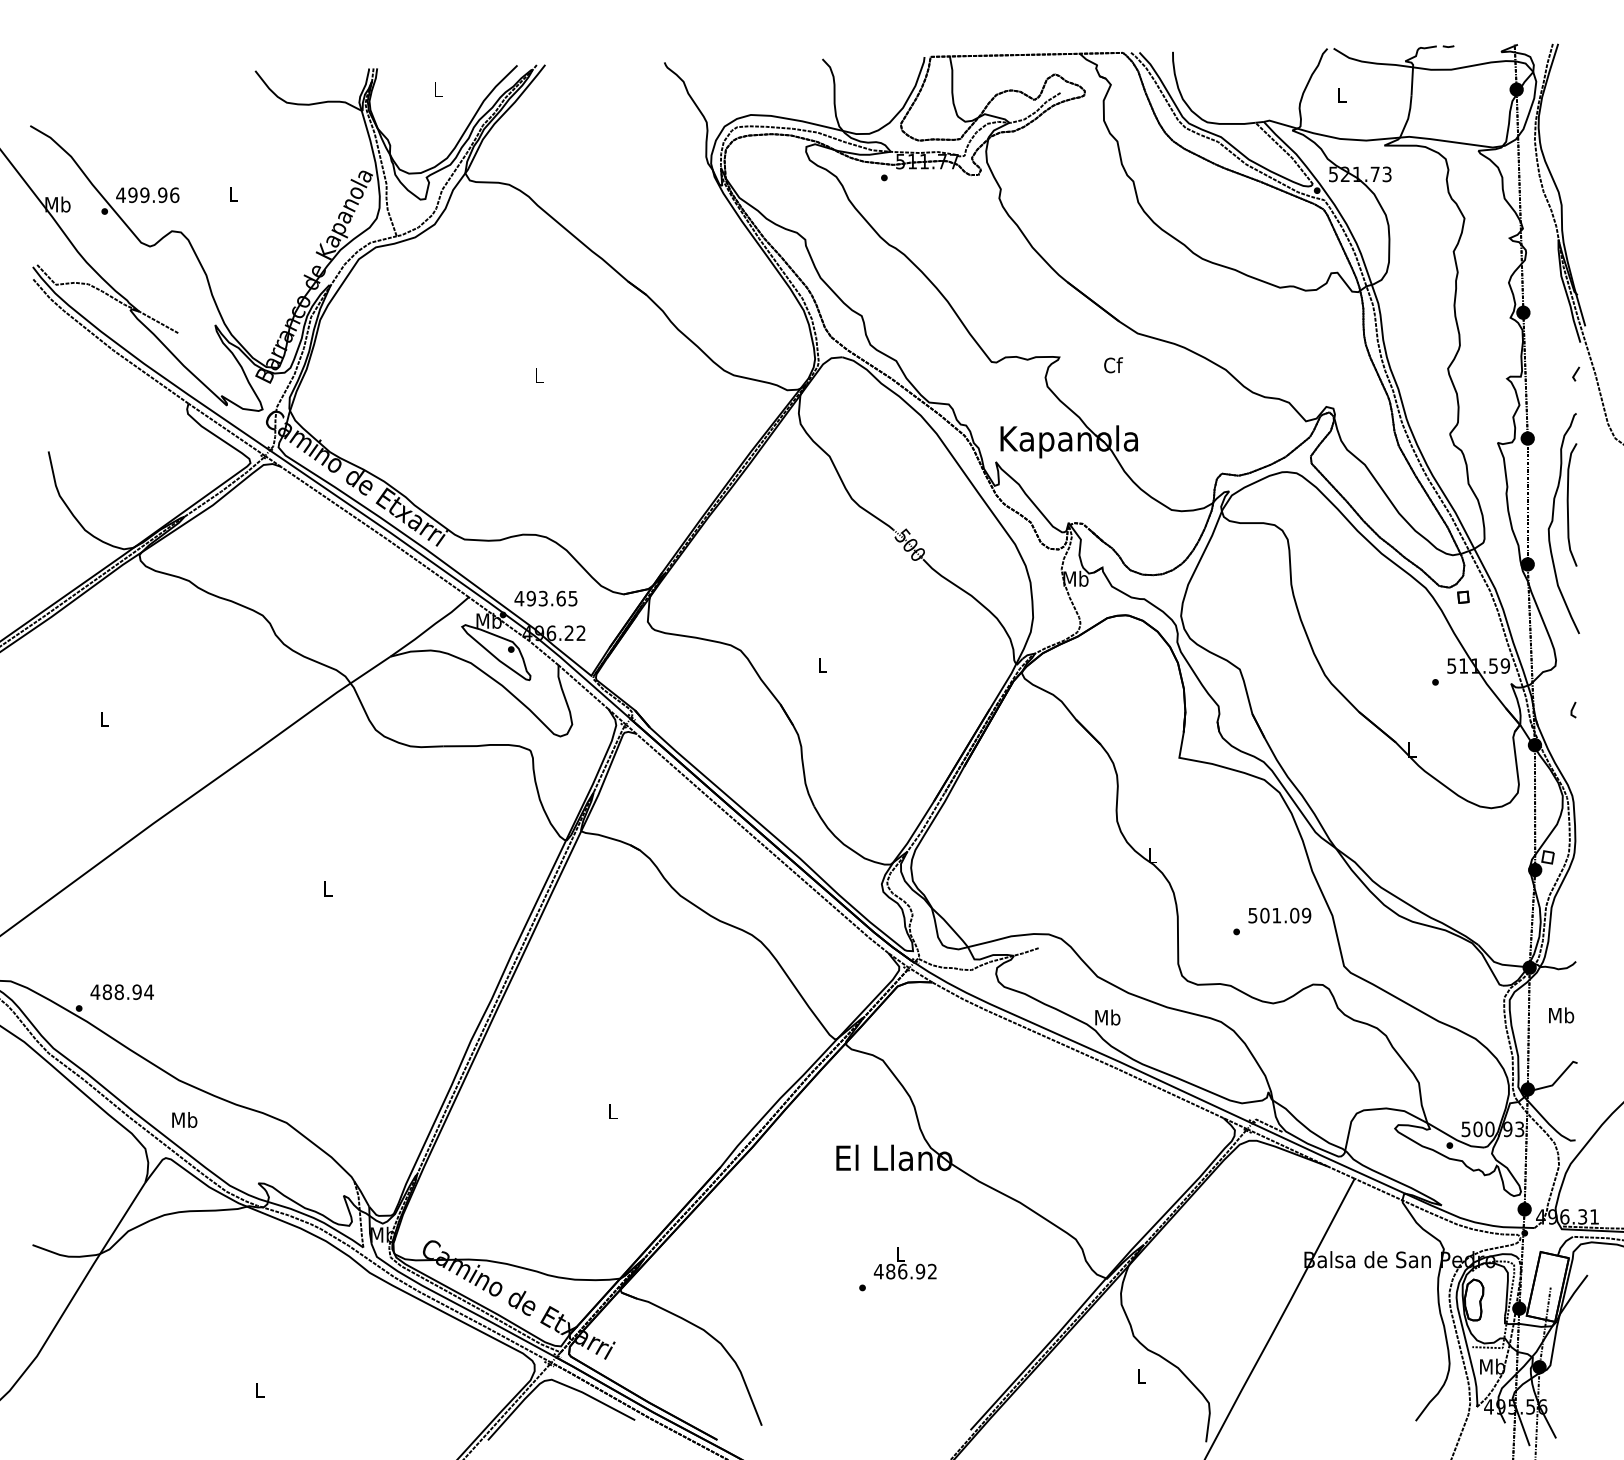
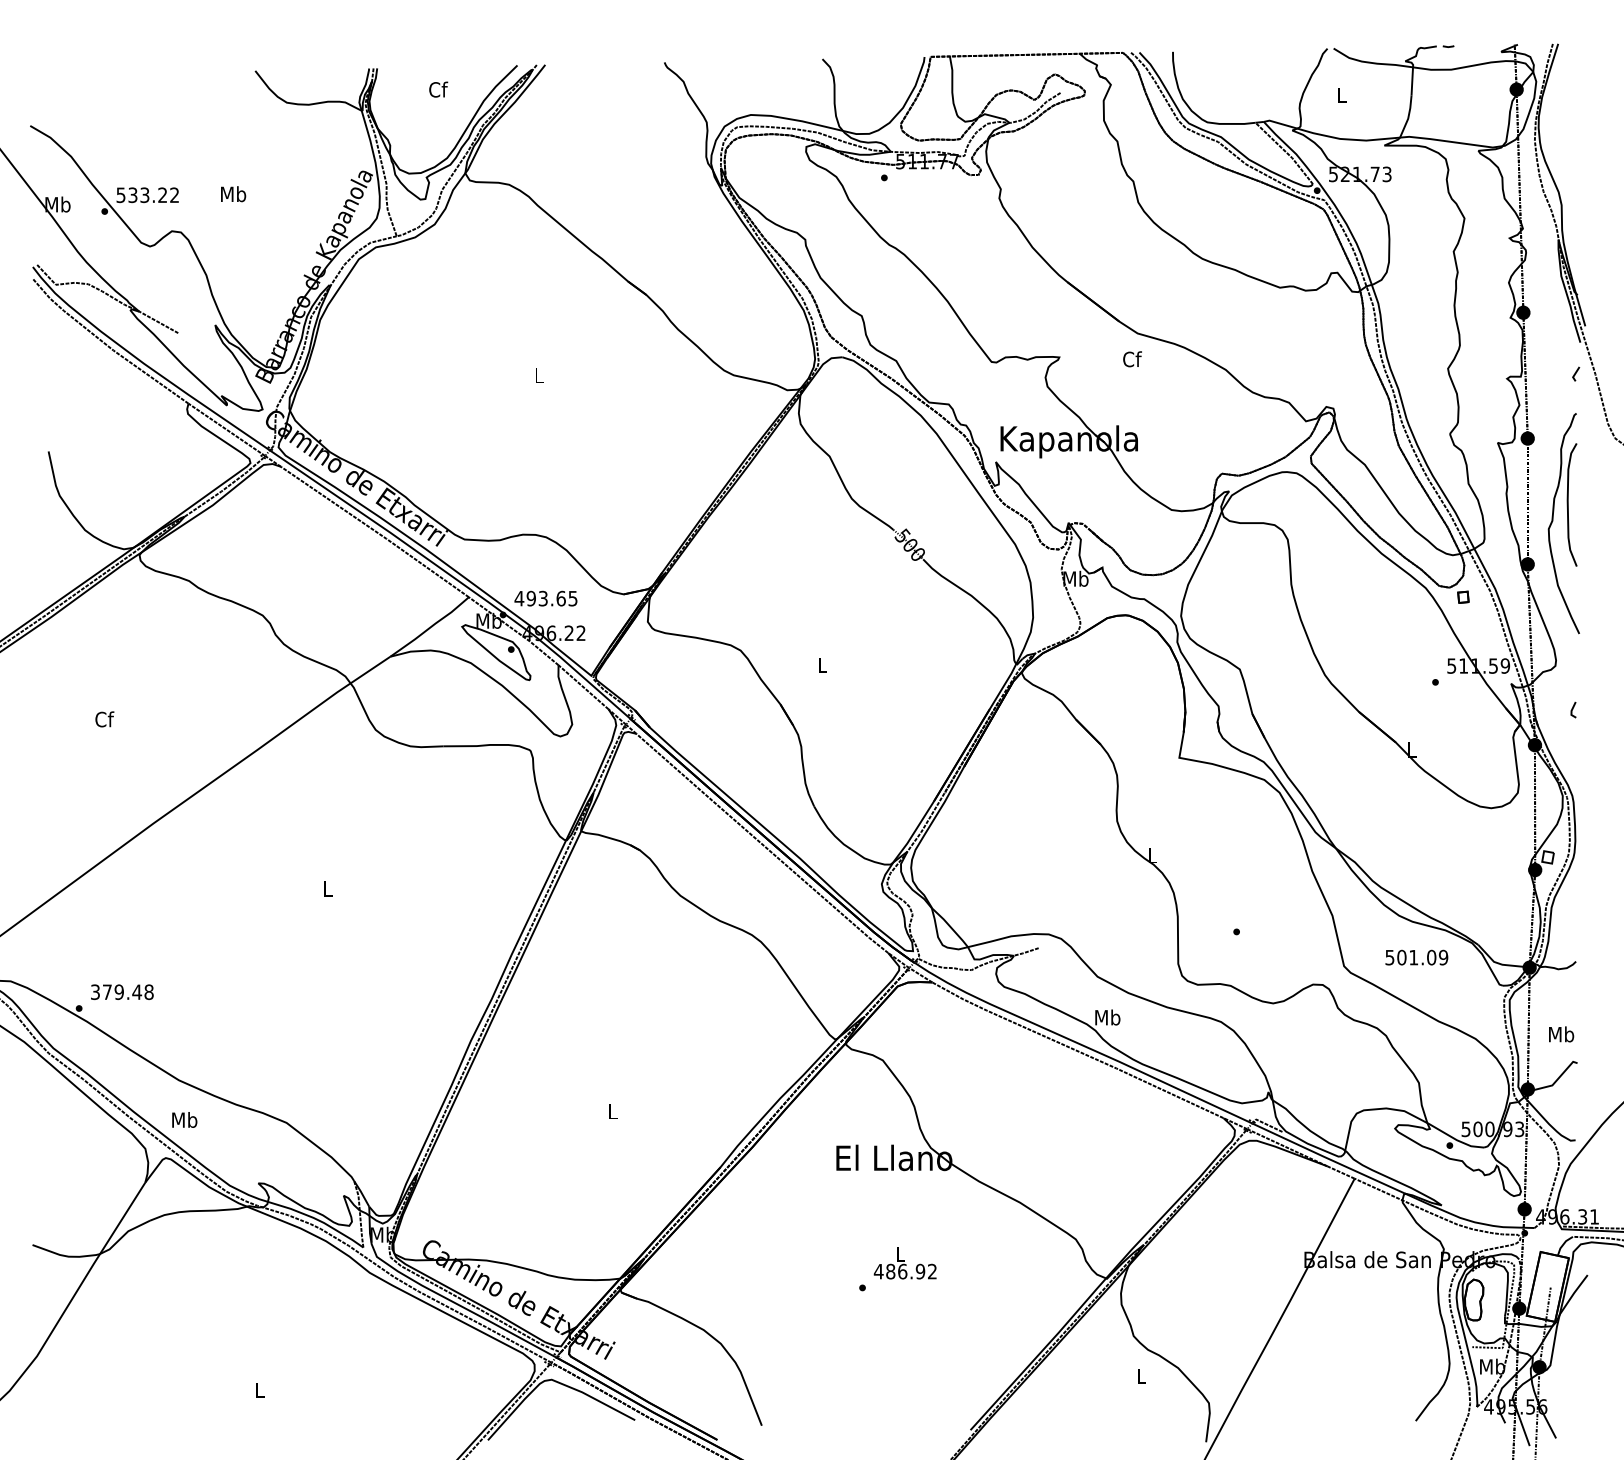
text at (438, 89): L -> Cf
text at (233, 194): L -> Mb
text at (147, 195): 499.96 -> 533.22
text at (1113, 365) position: (1113, 365) -> (1132, 359)
text at (104, 719): L -> Cf
text at (1279, 915) position: (1279, 915) -> (1416, 957)
text at (121, 992): 488.94 -> 379.48
text at (1561, 1015) position: (1561, 1015) -> (1561, 1034)
